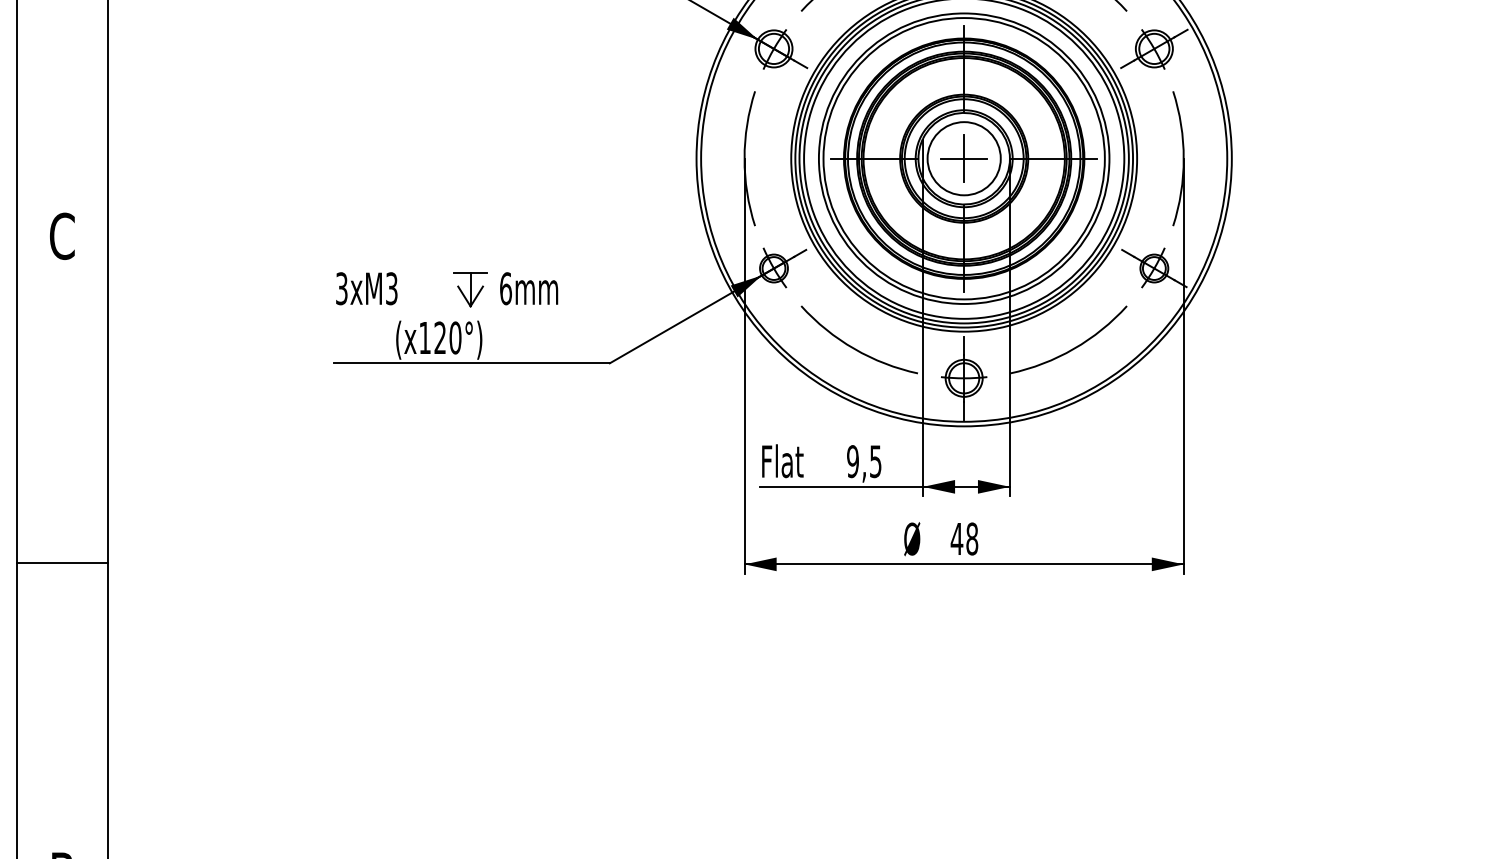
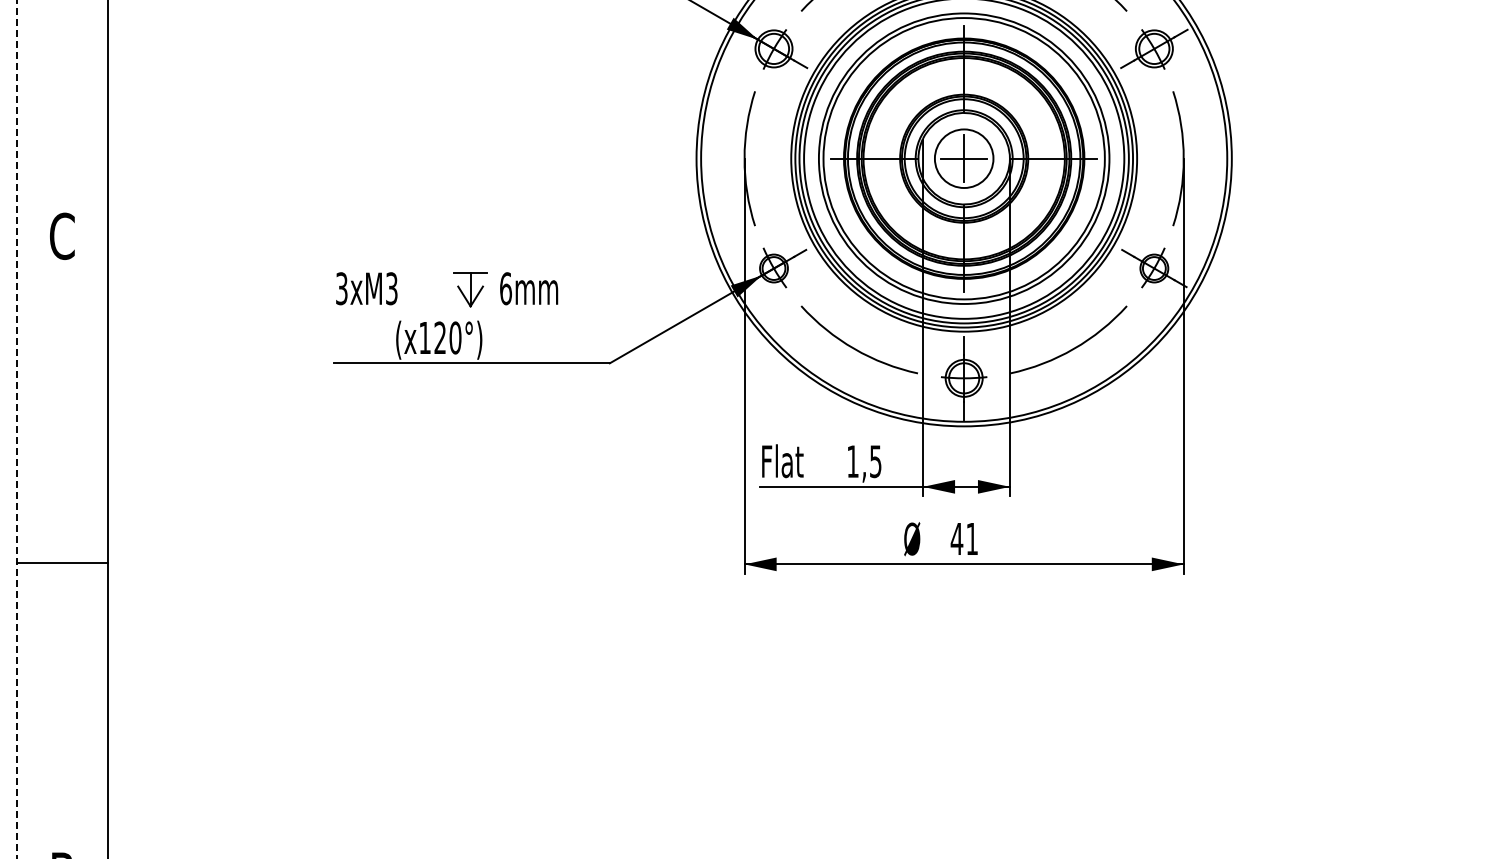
circle at (963, 158) diameter: 73 px -> 59 px
line at (16, 429): solid -> dashed
text at (852, 461): 9,5 -> 1,5
text at (972, 538): 48 -> 41
